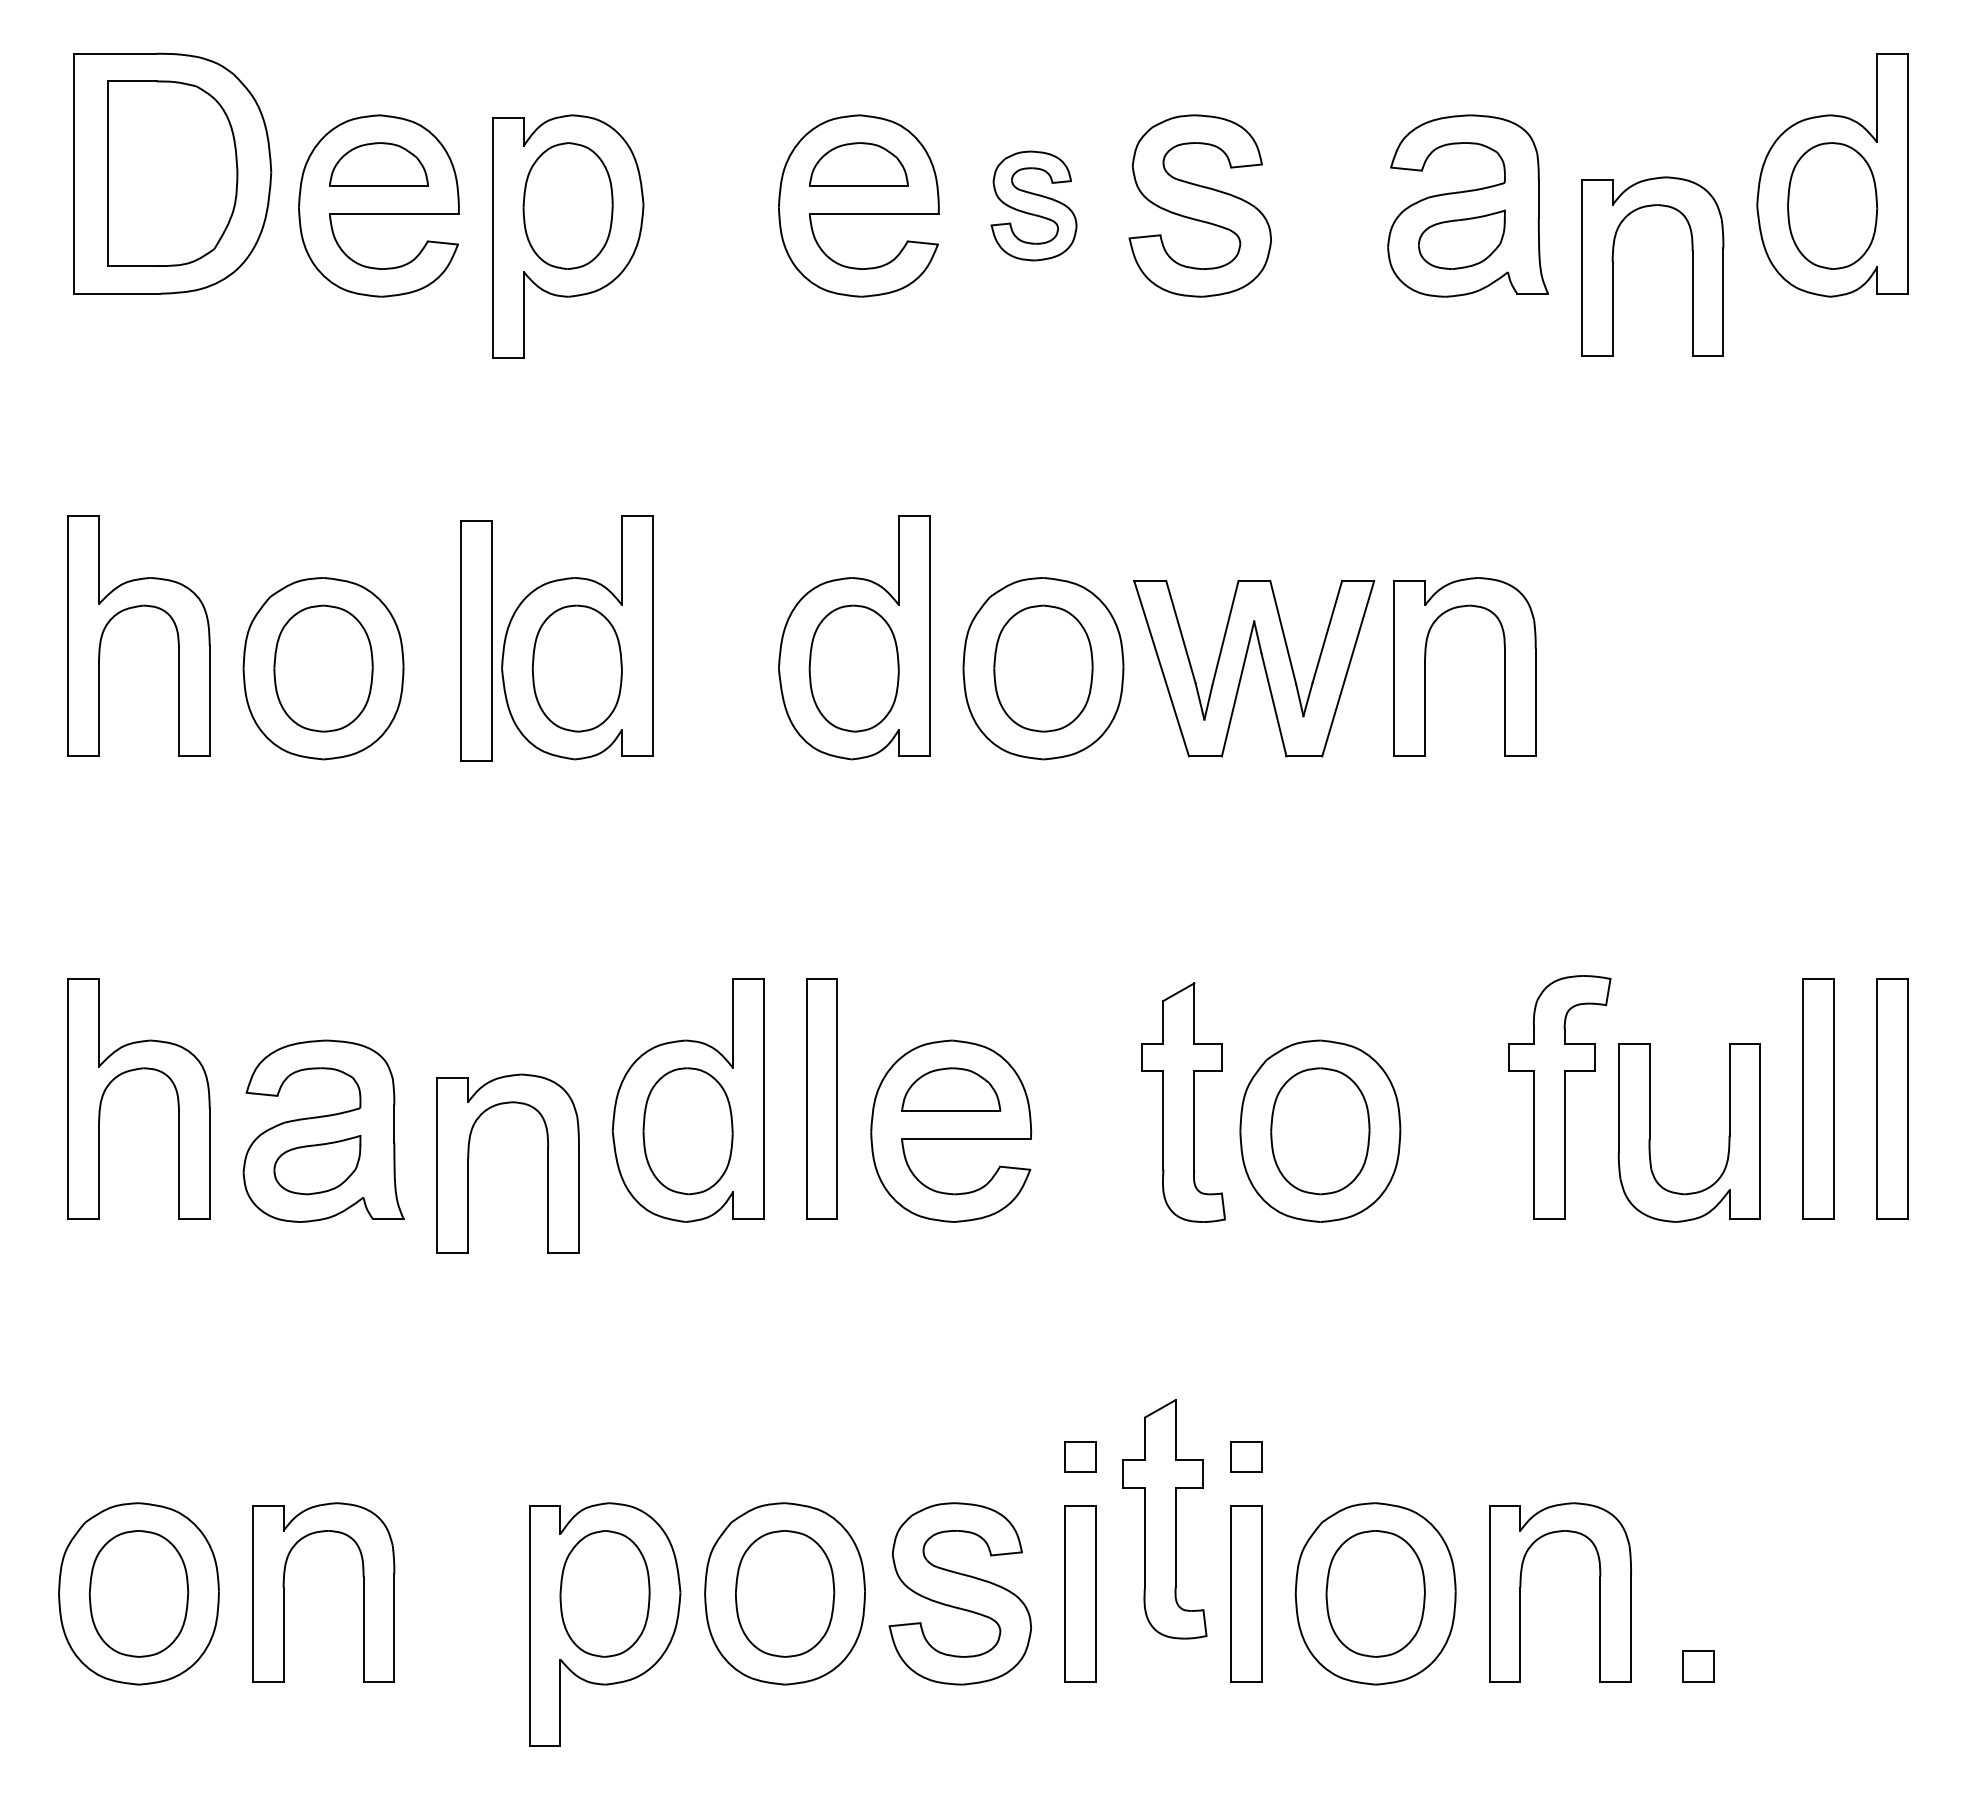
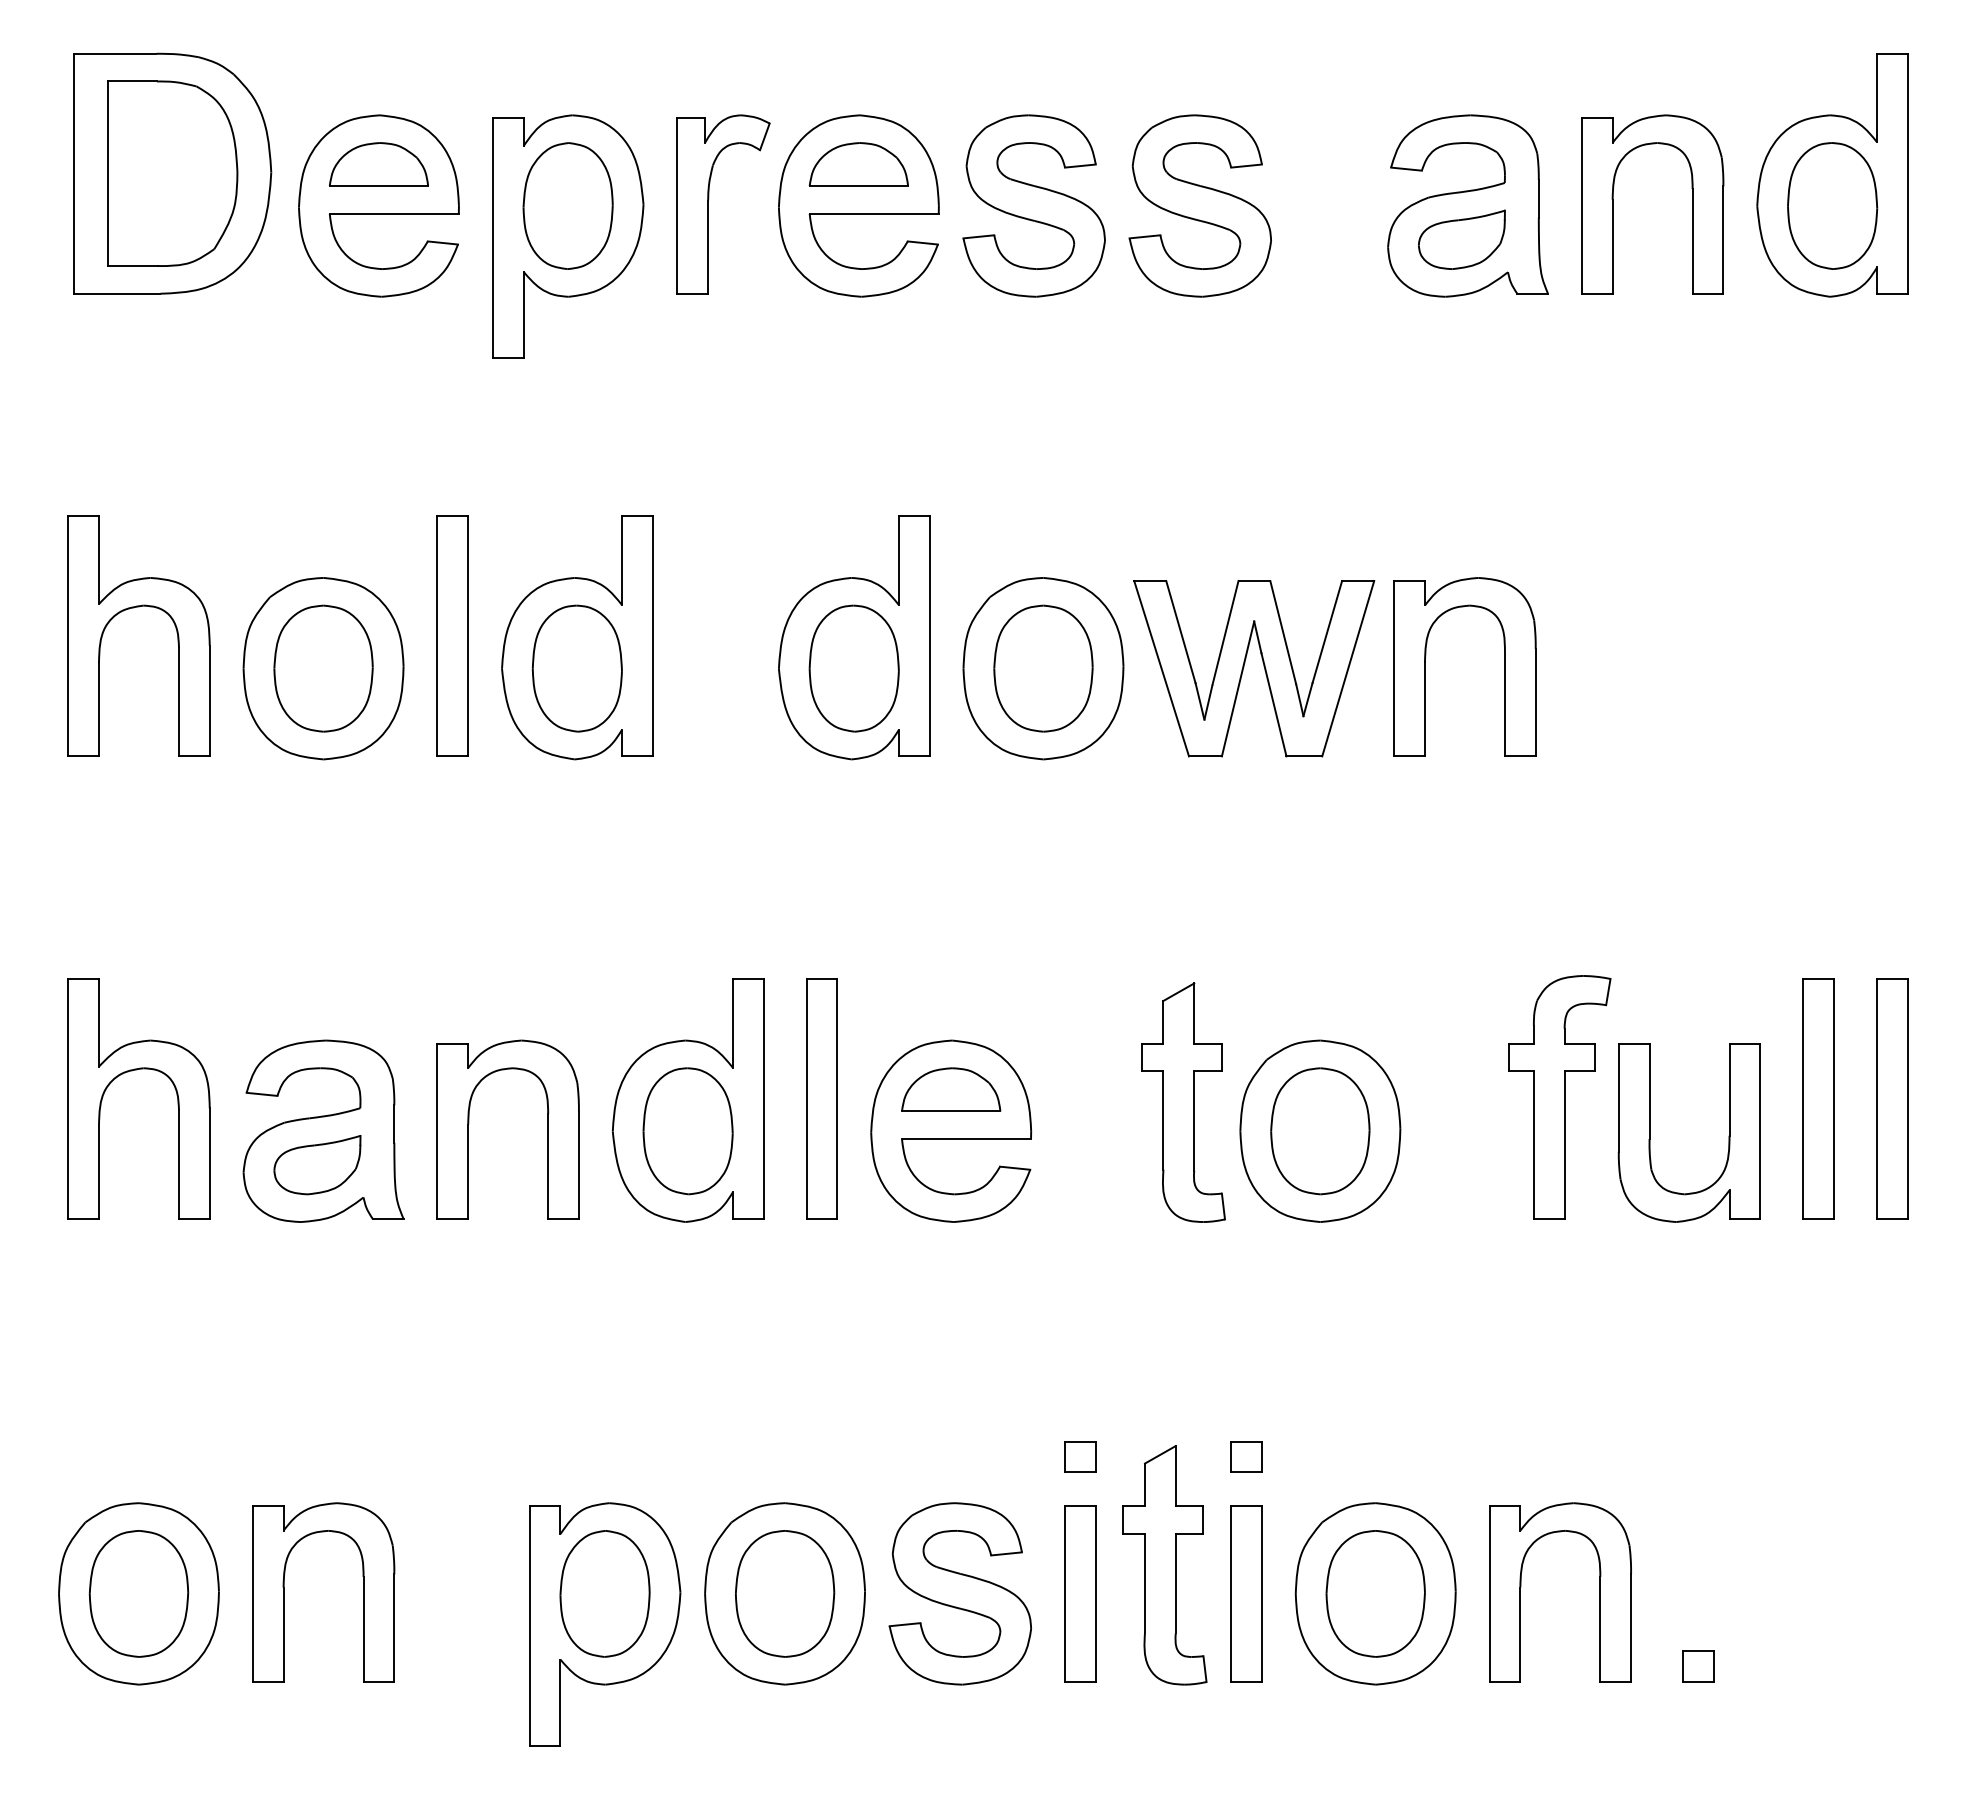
part at (709, 199): none -> present
part at (1033, 205) size: 88x112 px -> 144x184 px
part at (1613, 266) position: (1613, 266) -> (1613, 204)
part at (476, 640) position: (476, 640) -> (452, 635)
part at (469, 1158) position: (469, 1158) -> (469, 1124)
part at (1164, 1519) position: (1164, 1519) -> (1164, 1565)
